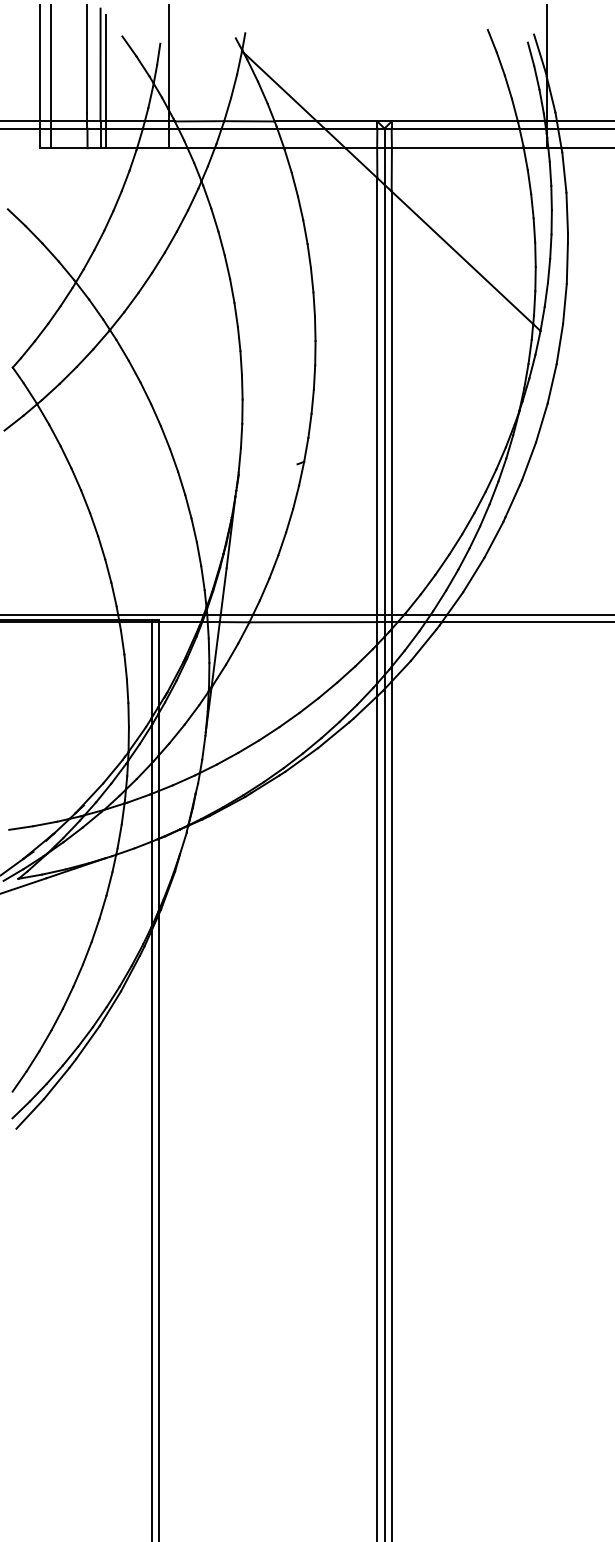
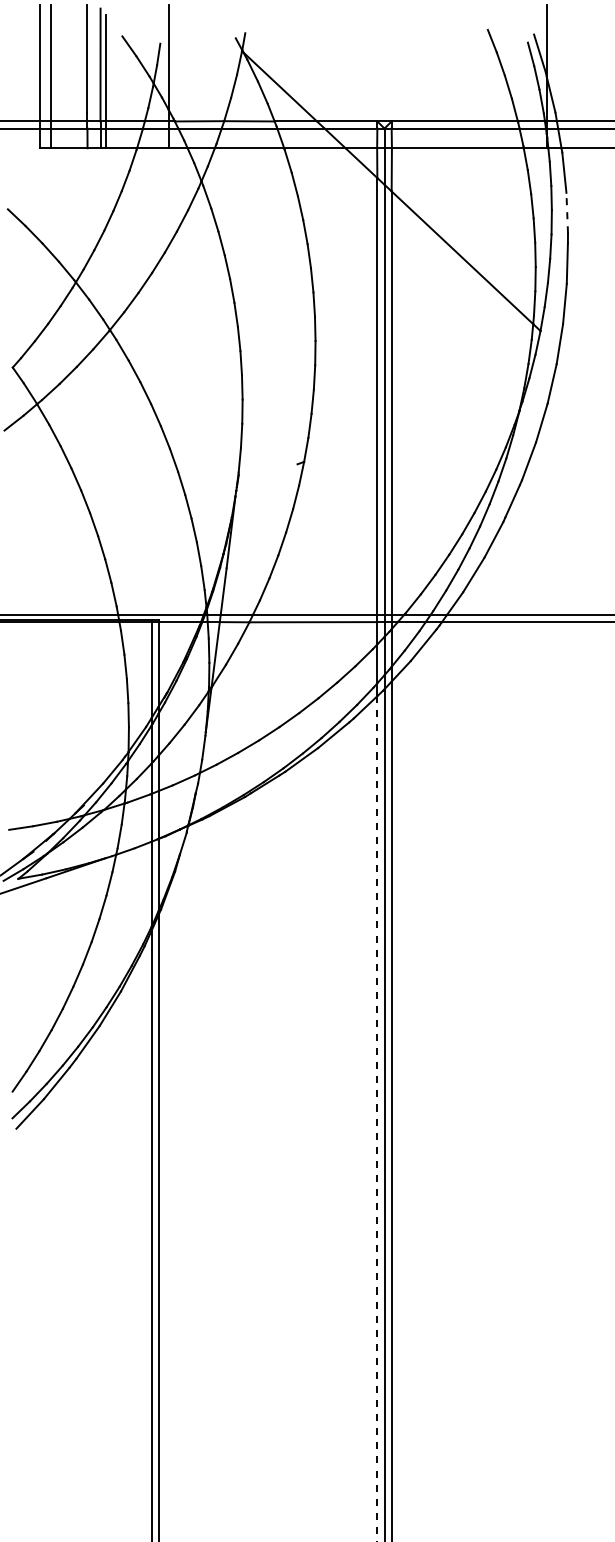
line at (567, 212): solid -> dashed
line at (377, 1119): solid -> dashed
